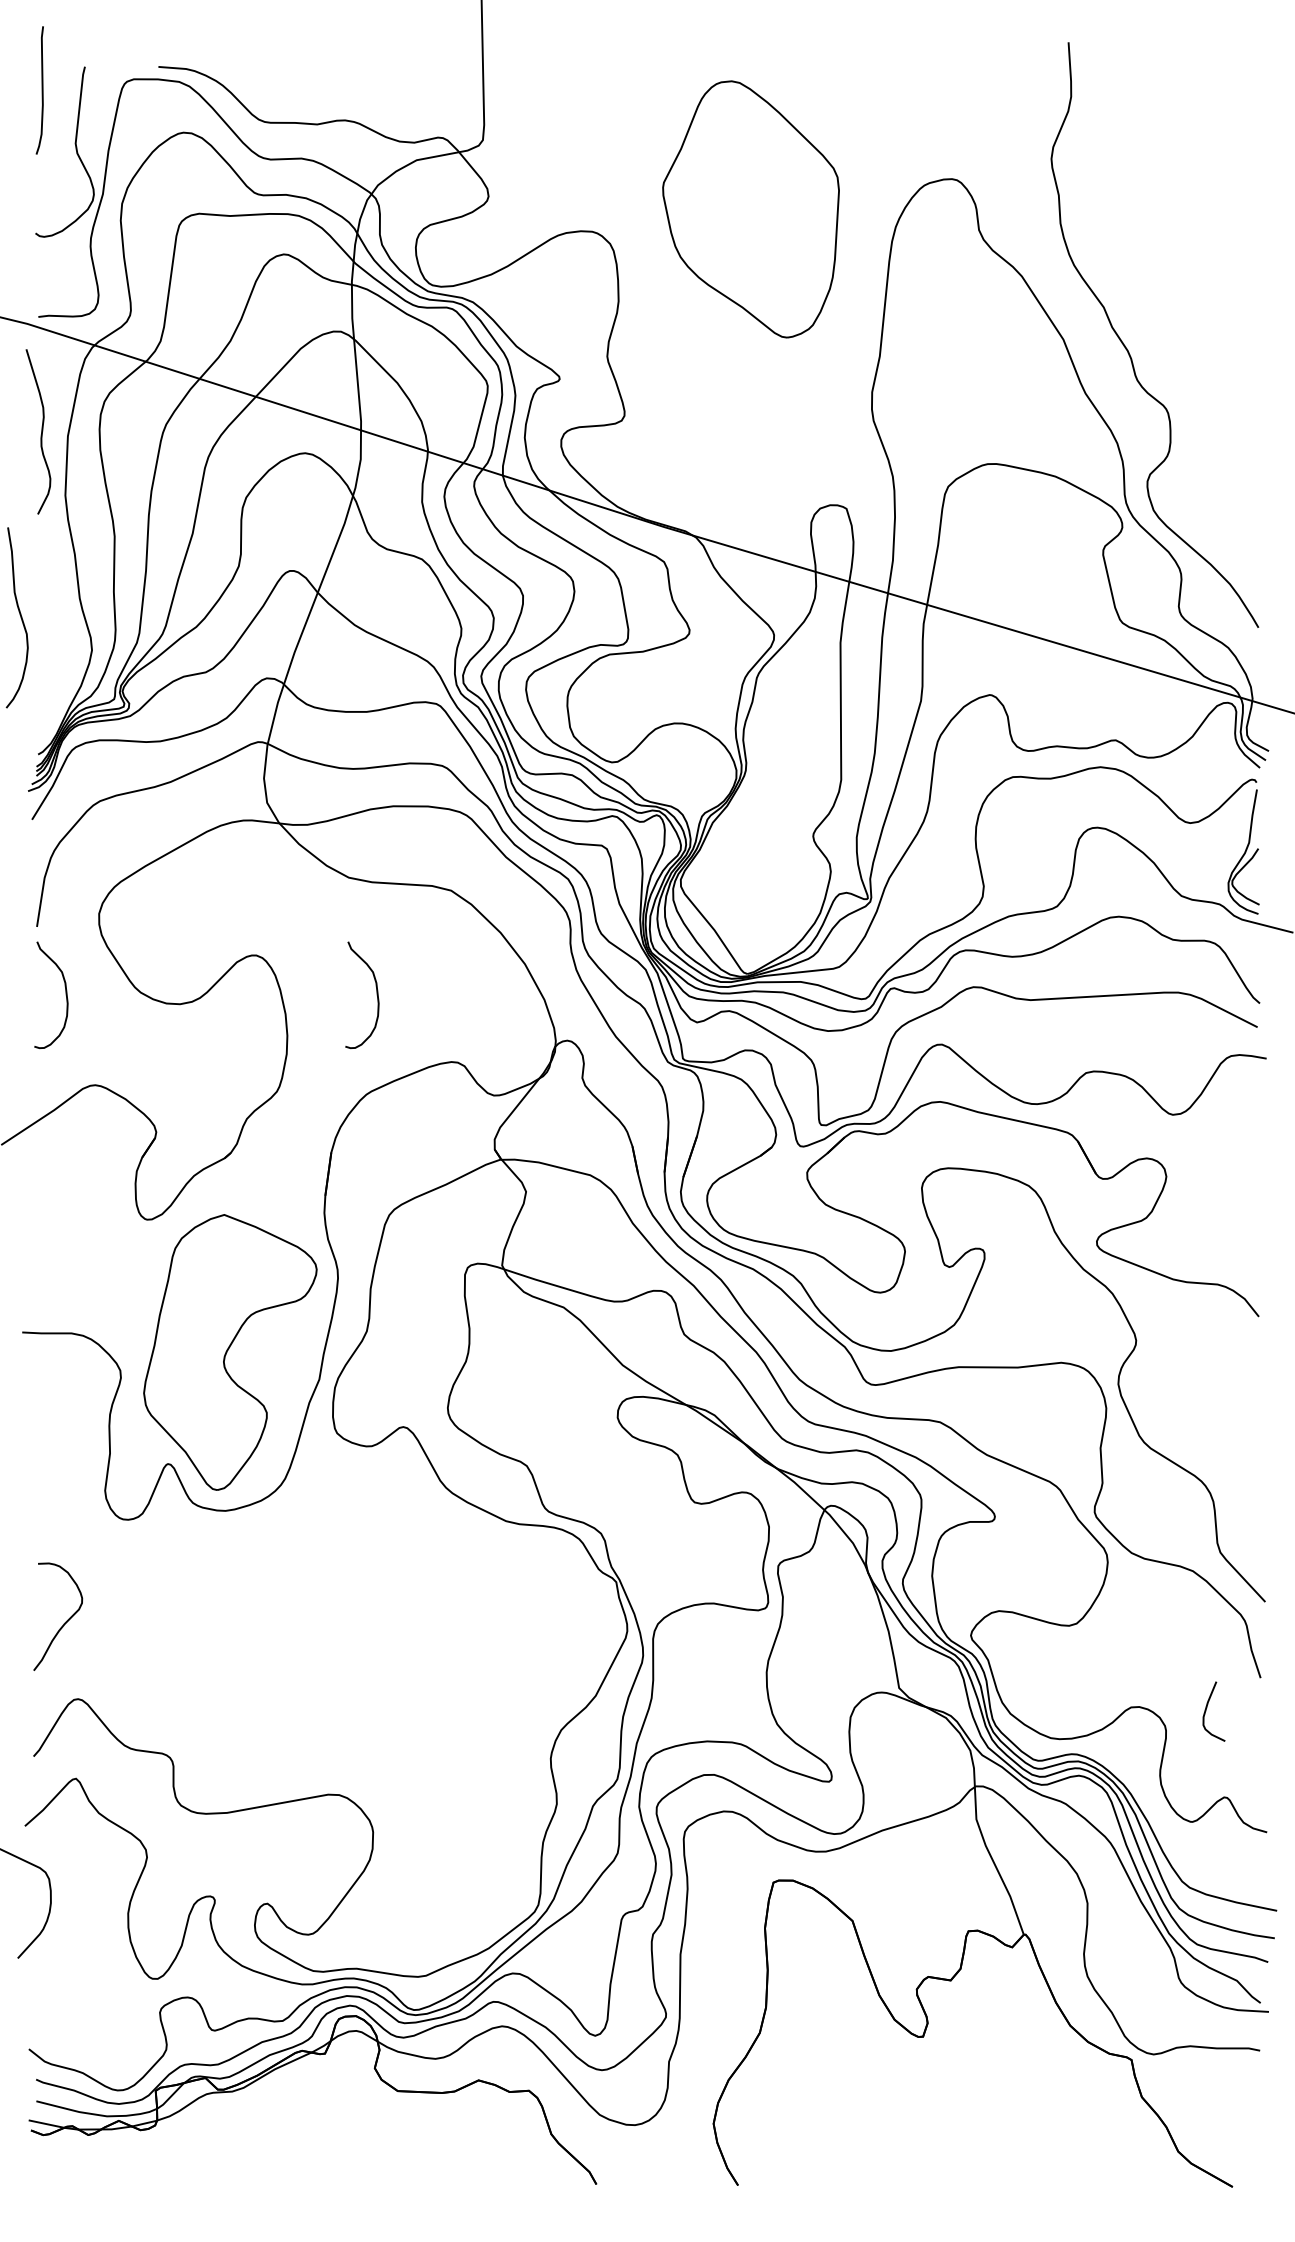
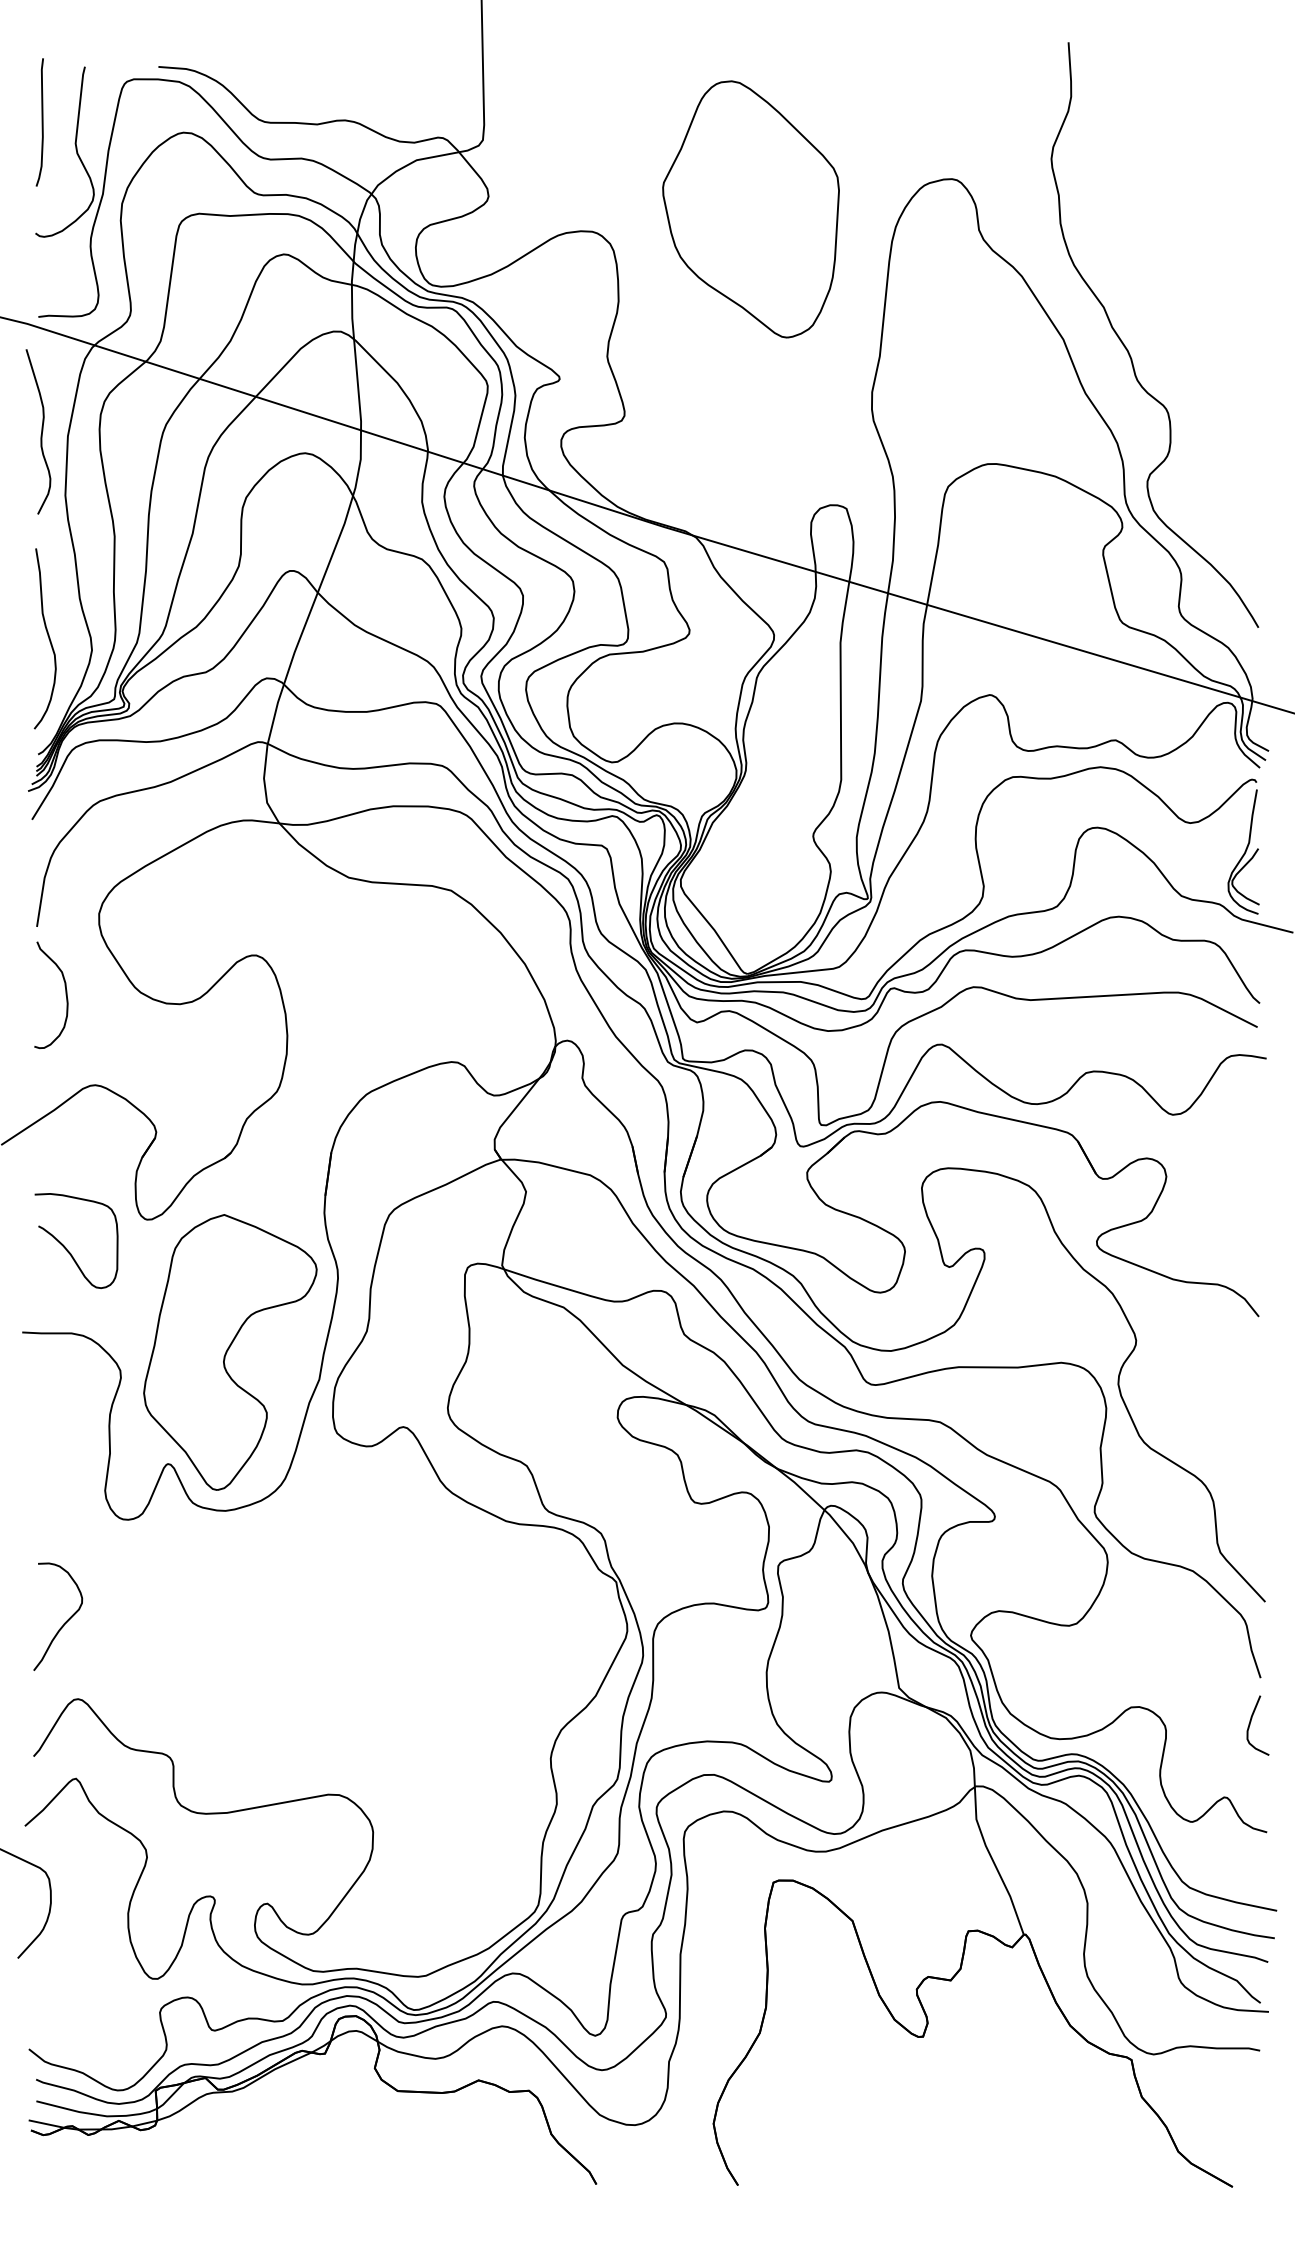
curve at (41, 90) position: (41, 90) -> (41, 122)
curve at (19, 615) position: (19, 615) -> (47, 636)
curve at (376, 994): present -> none
curve at (66, 1247): none -> present
curve at (1206, 1711) position: (1206, 1711) -> (1250, 1725)
